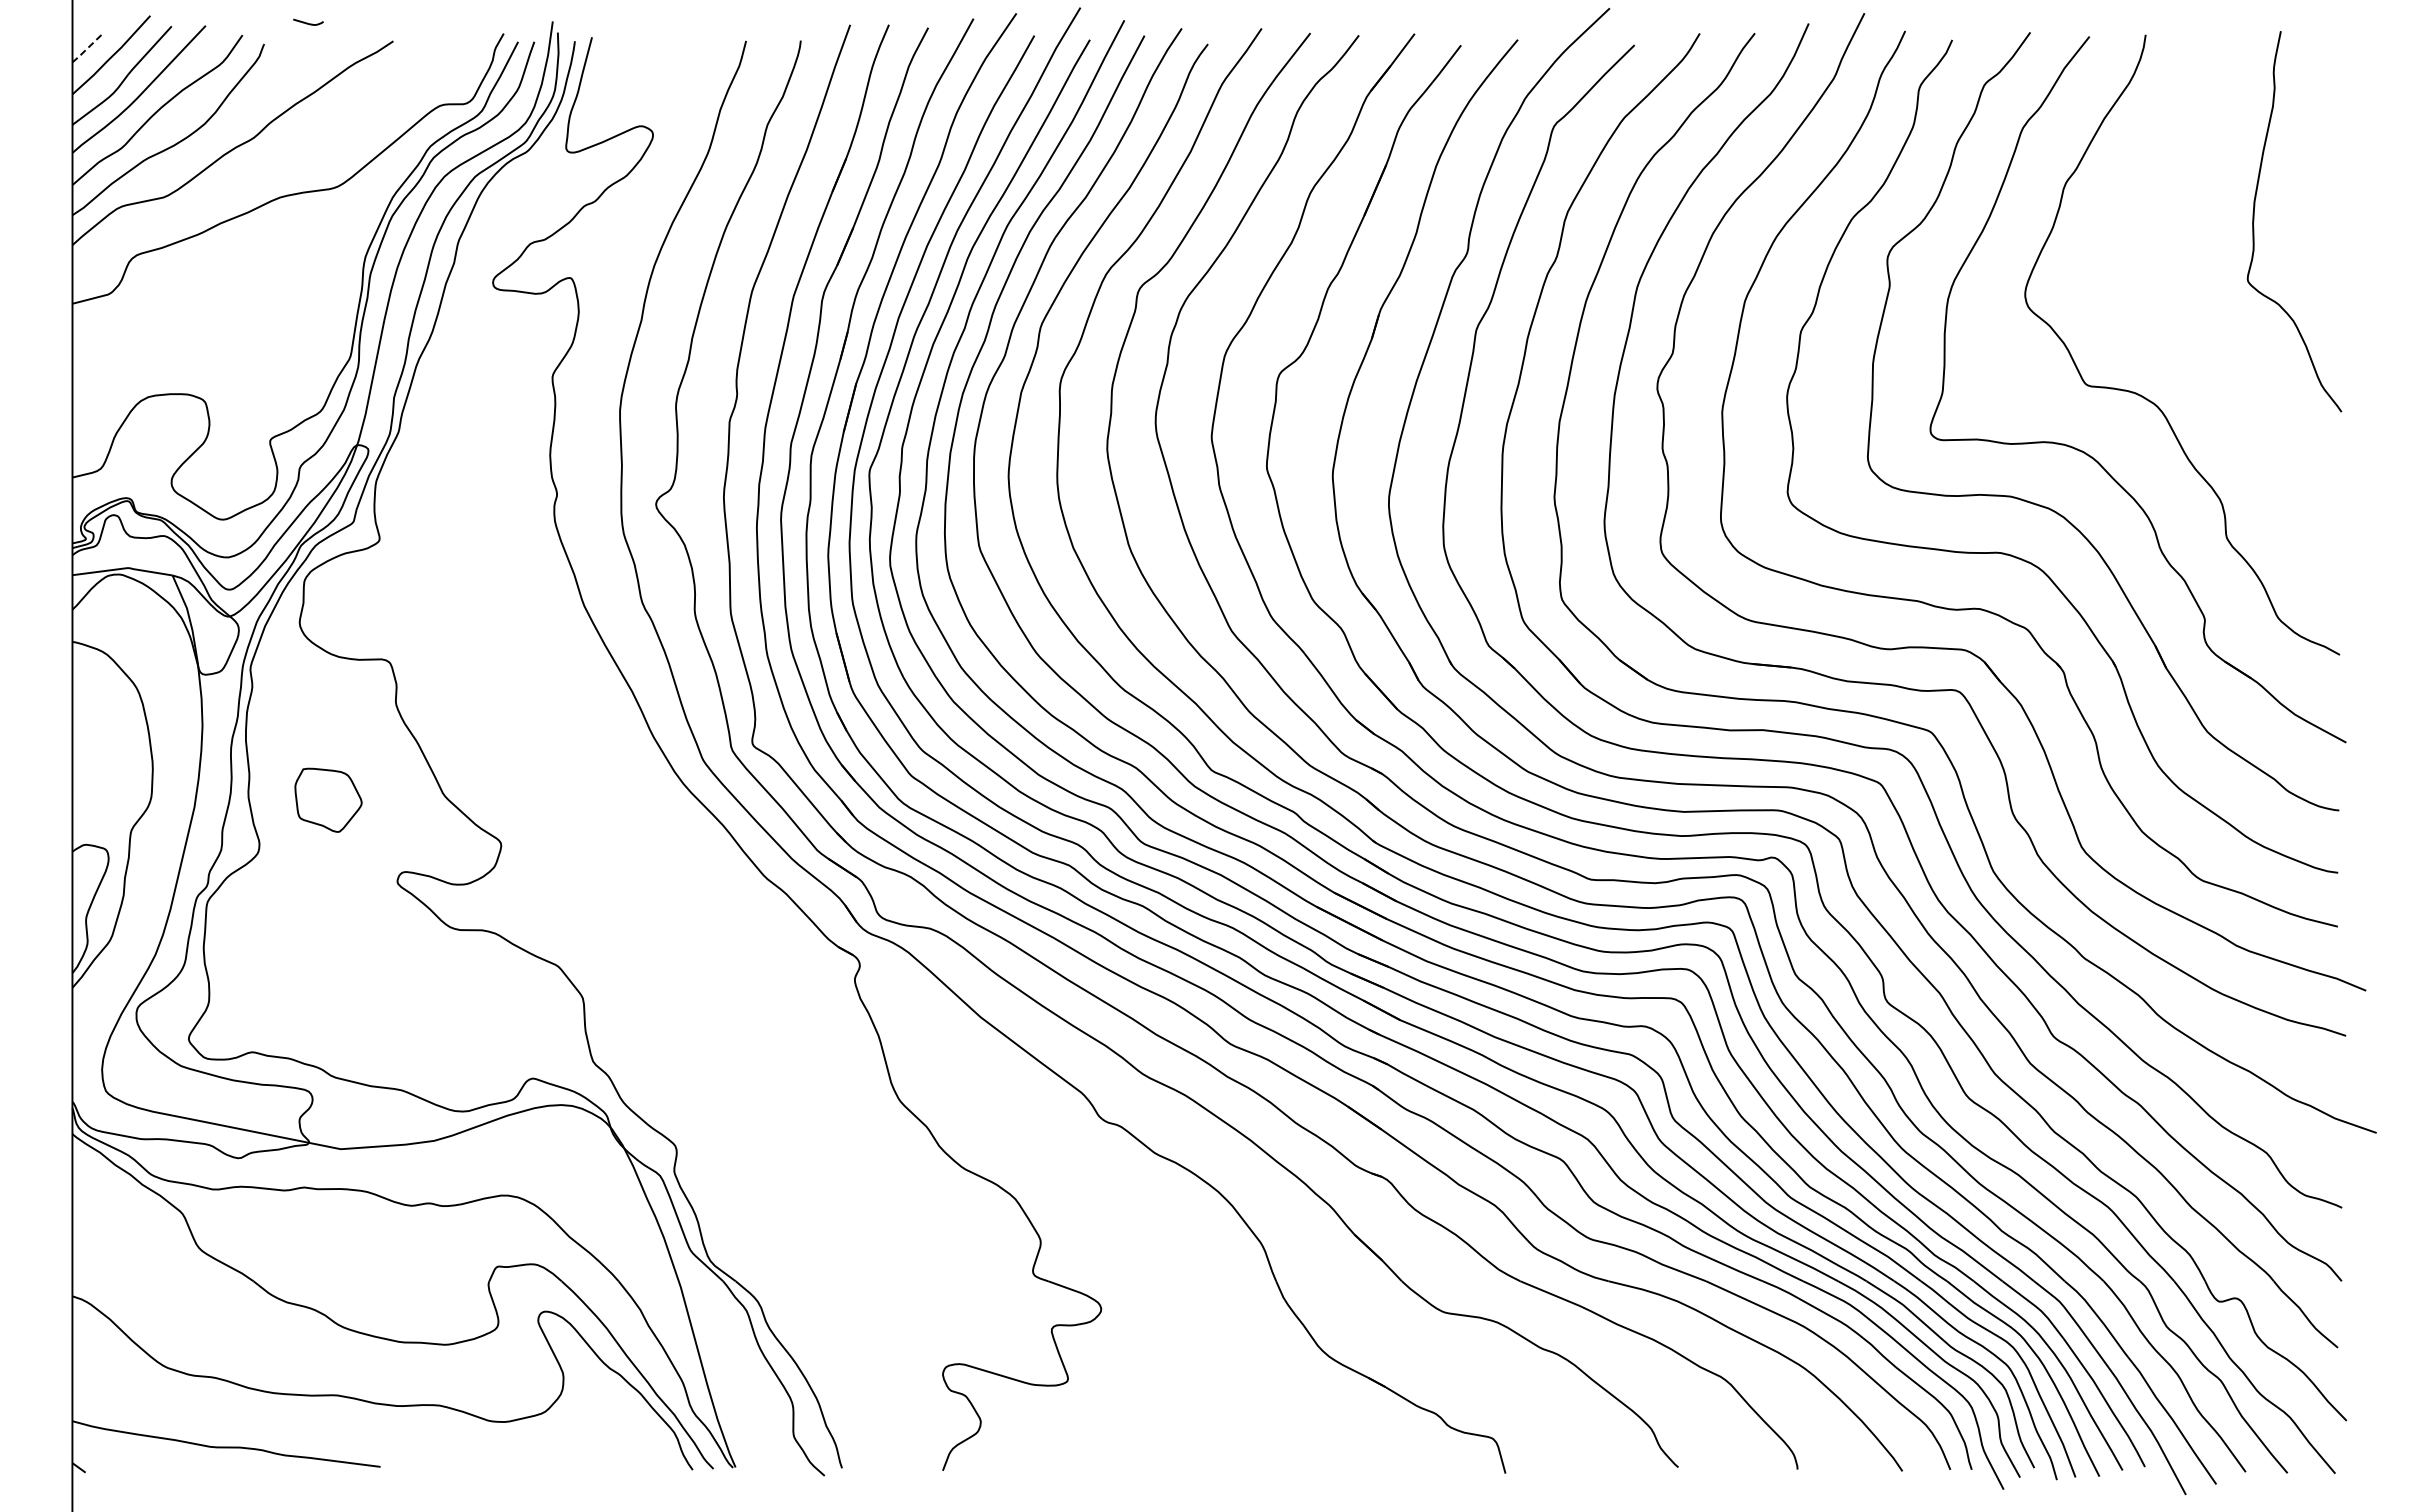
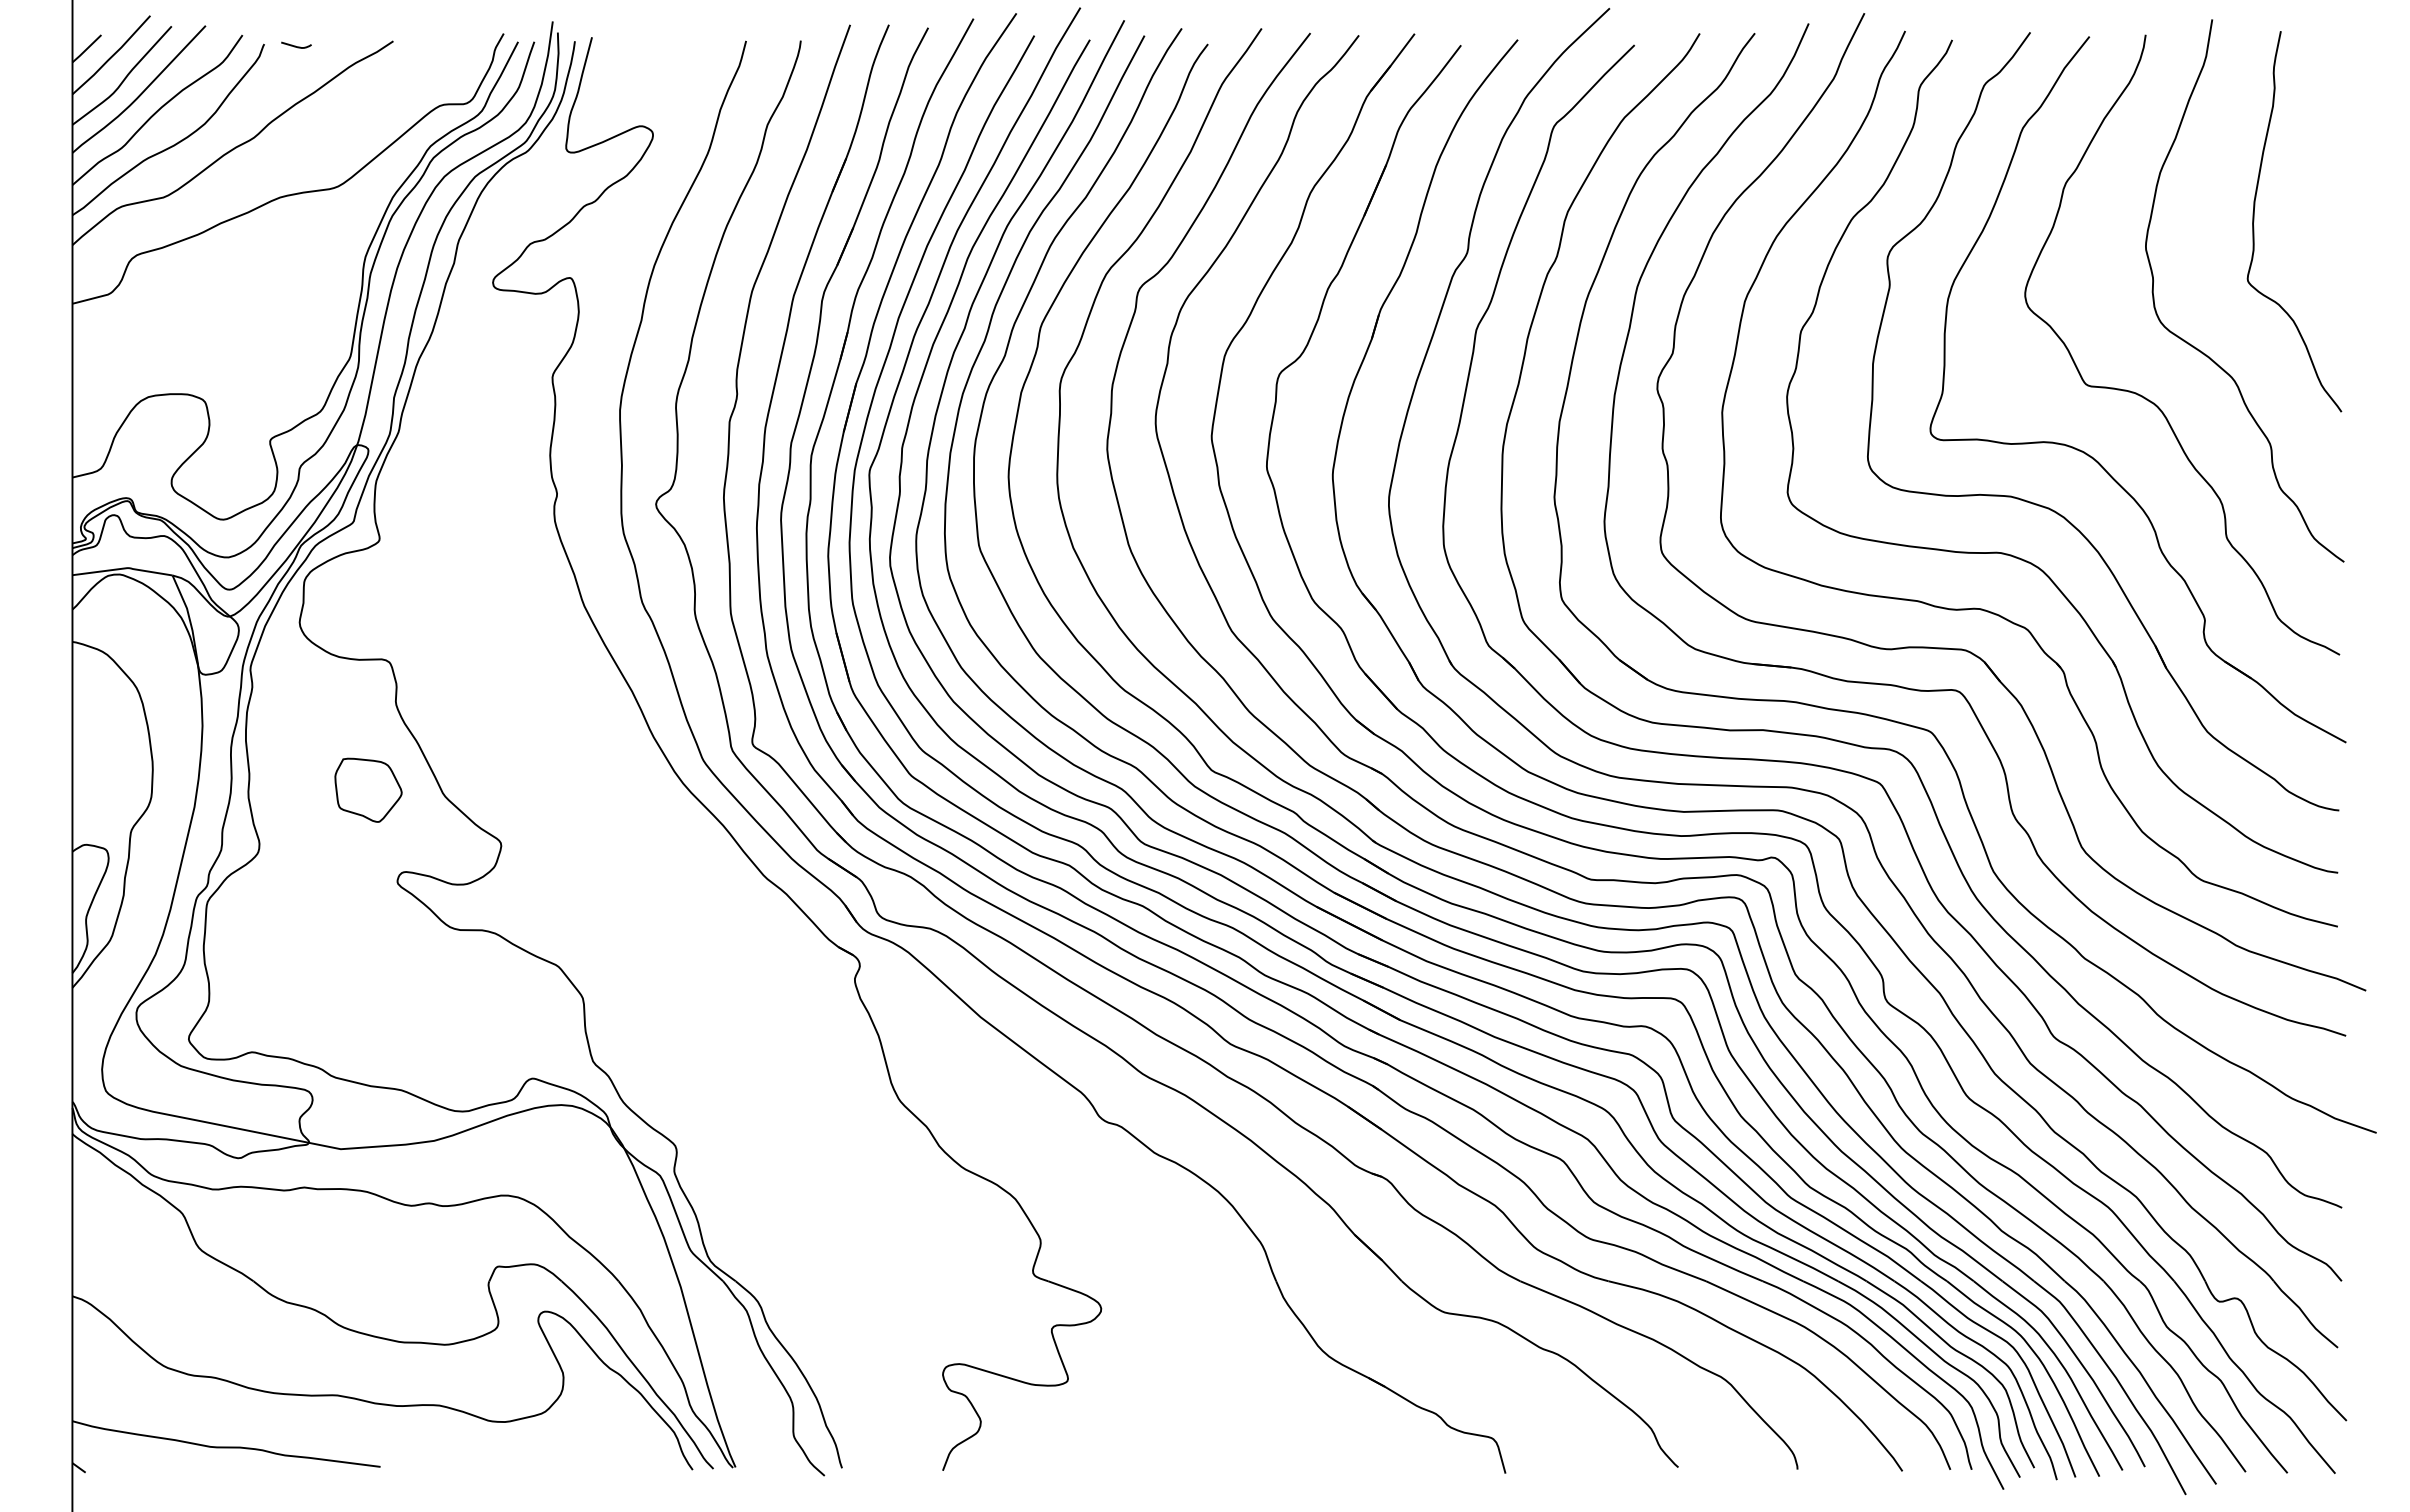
curve at (307, 22) position: (307, 22) -> (295, 45)
line at (86, 49): dashed -> solid
curve at (2202, 351): none -> present
part at (328, 799) position: (328, 799) -> (368, 789)
